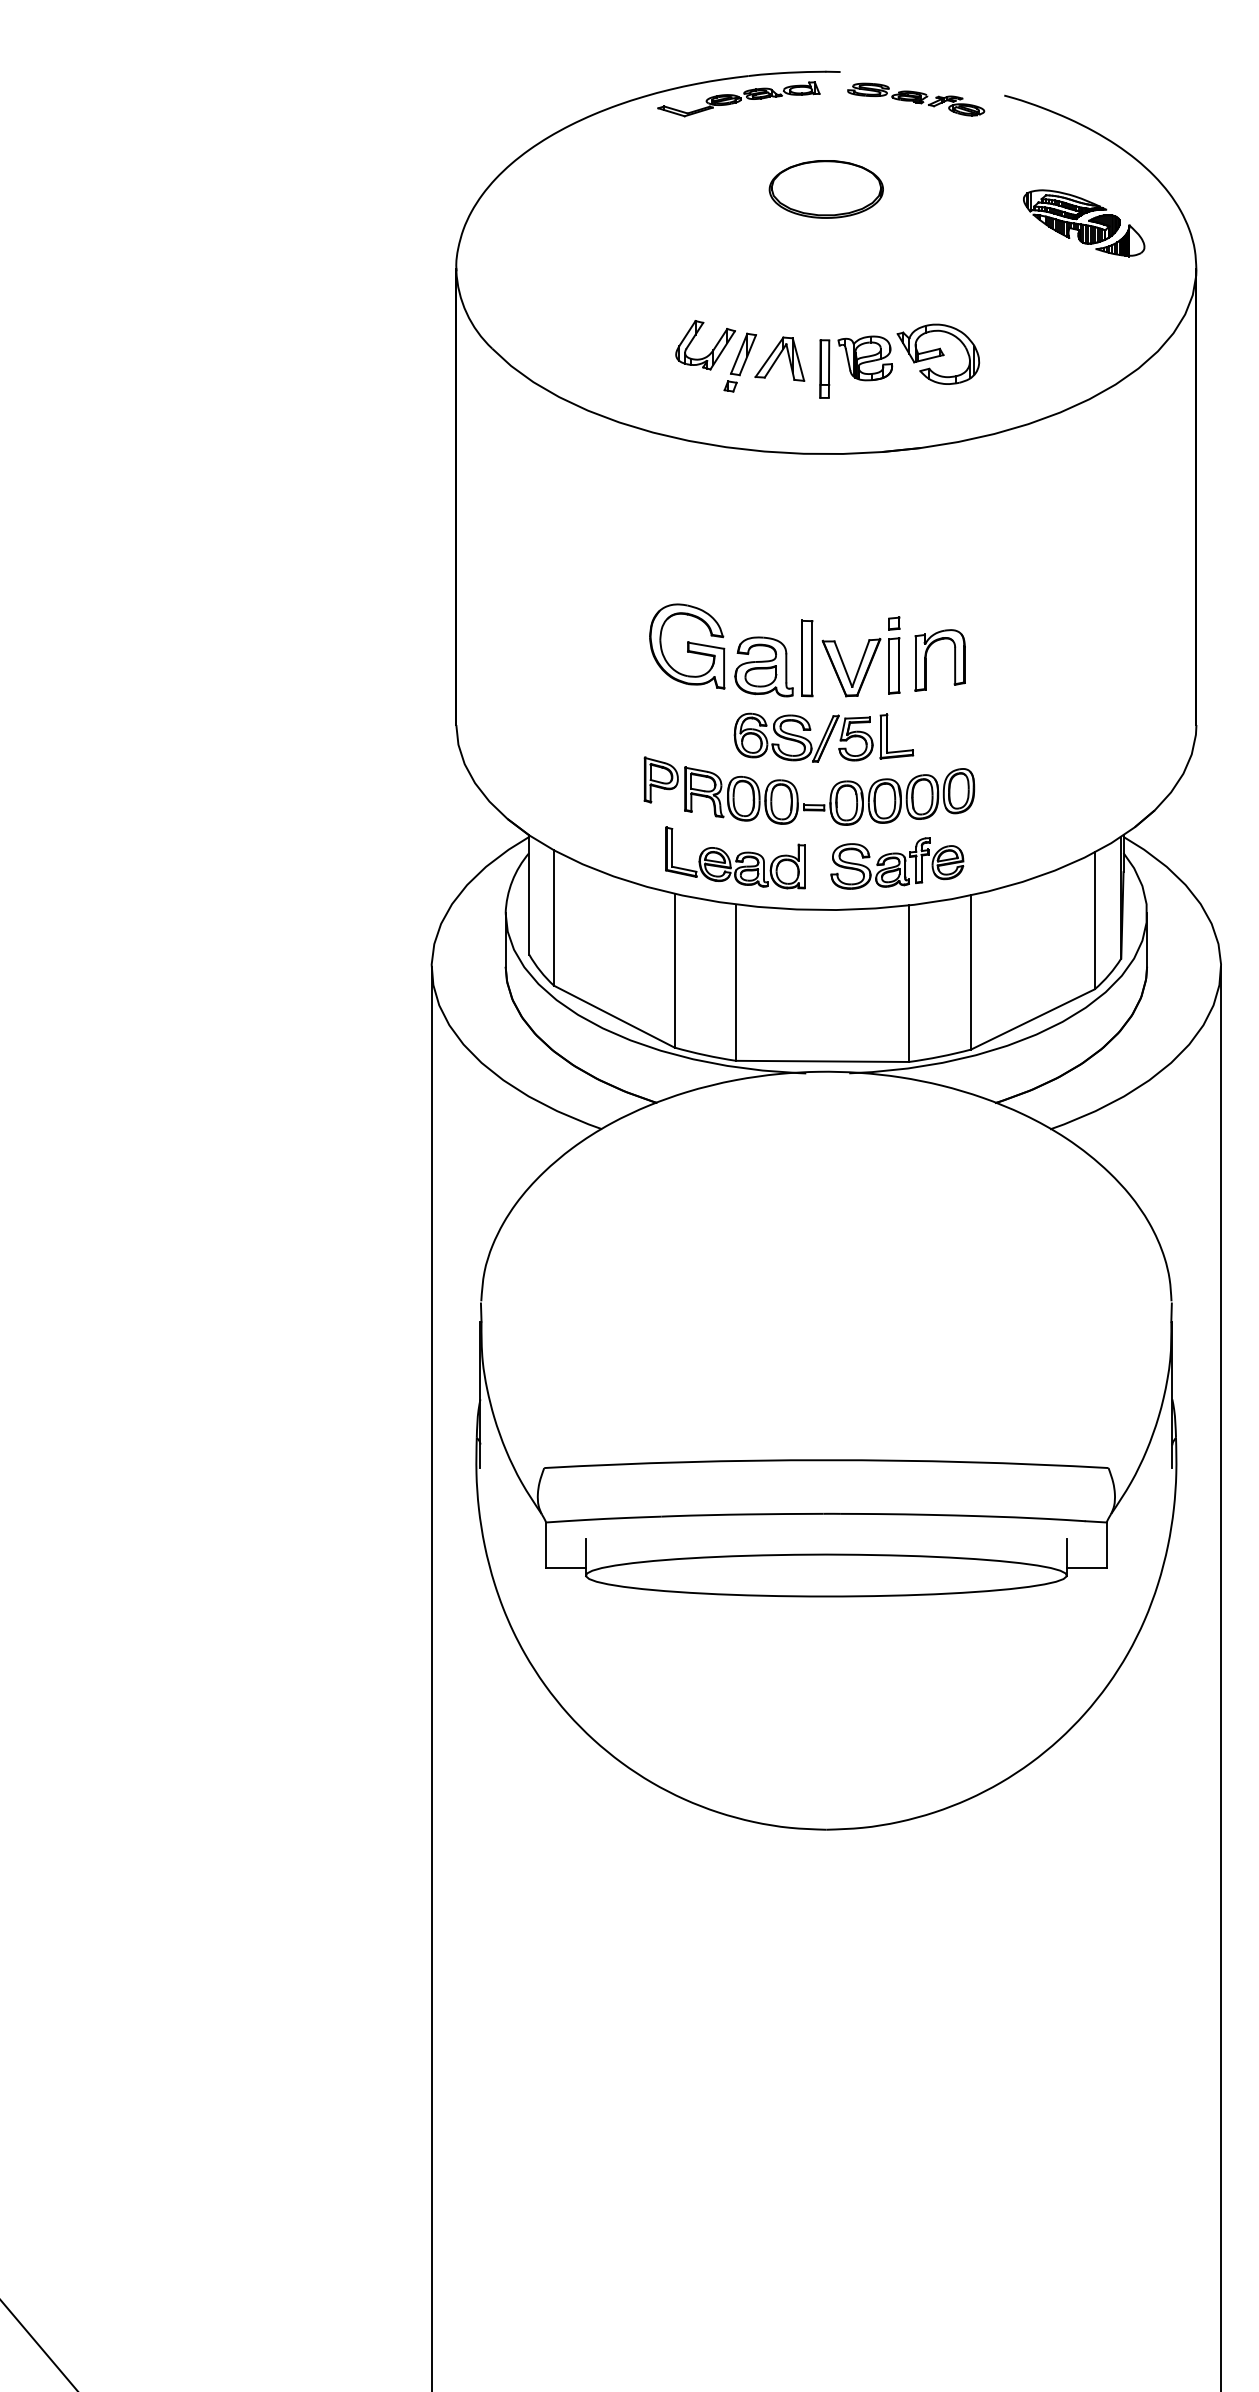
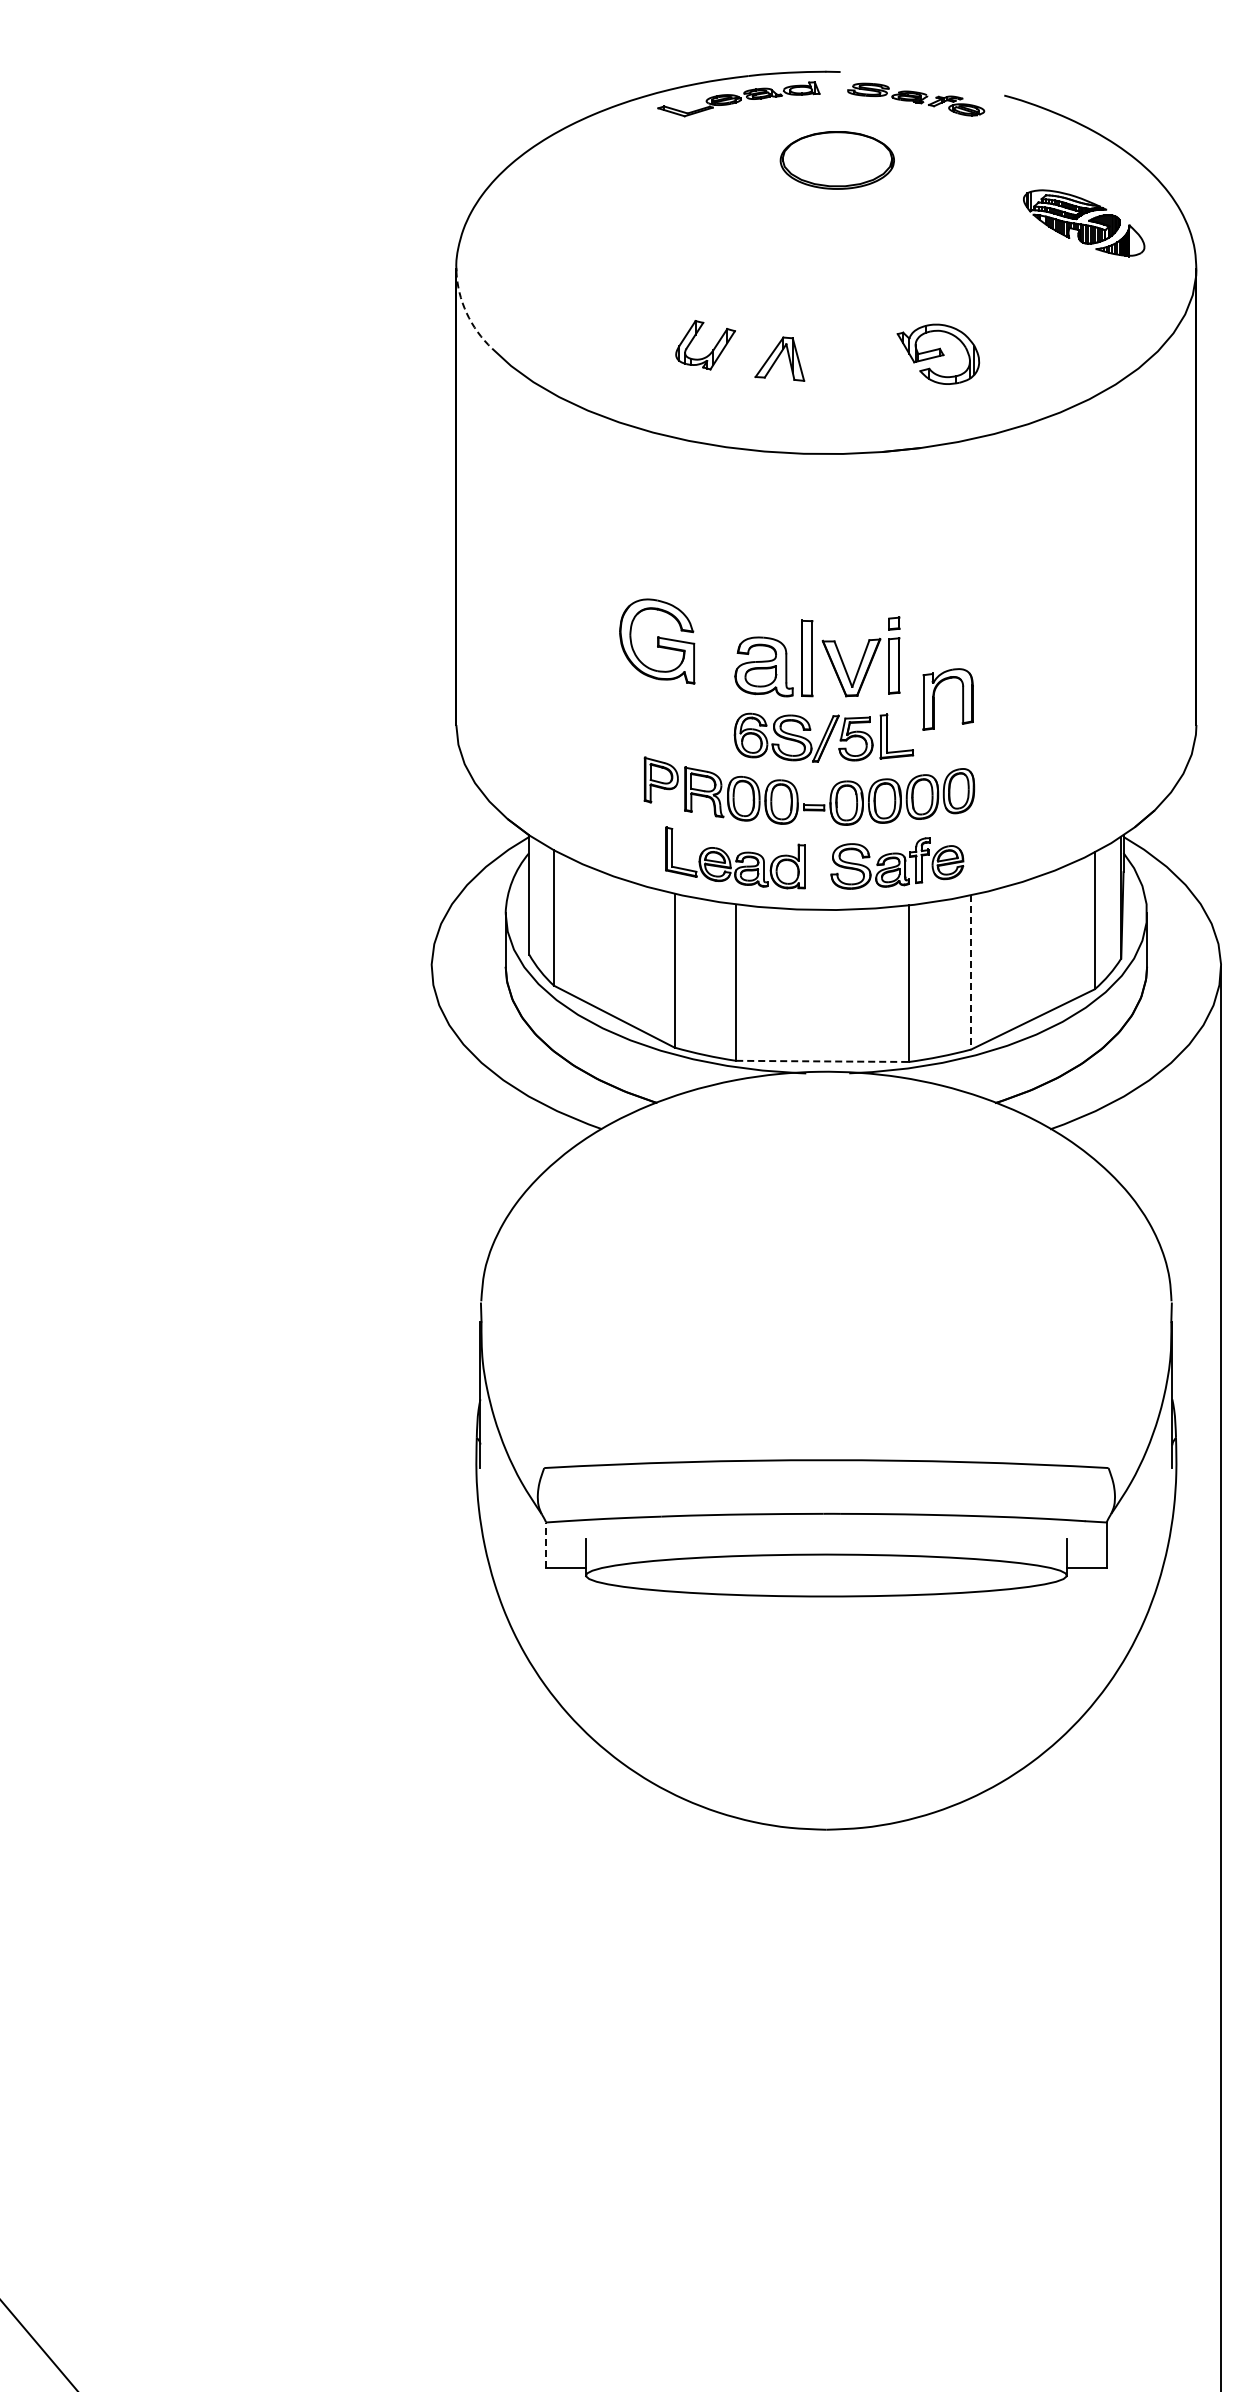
part at (825, 189) position: (825, 189) -> (836, 160)
arc at (466, 313): solid -> dashed
part at (739, 362): present -> none
part at (856, 366): present -> none
part at (687, 646) position: (687, 646) -> (657, 641)
part at (926, 660) position: (926, 660) -> (934, 699)
line at (971, 972): solid -> dashed
line at (823, 1061): solid -> dashed
line at (545, 1545): solid -> dashed
line at (431, 1677): present -> none
